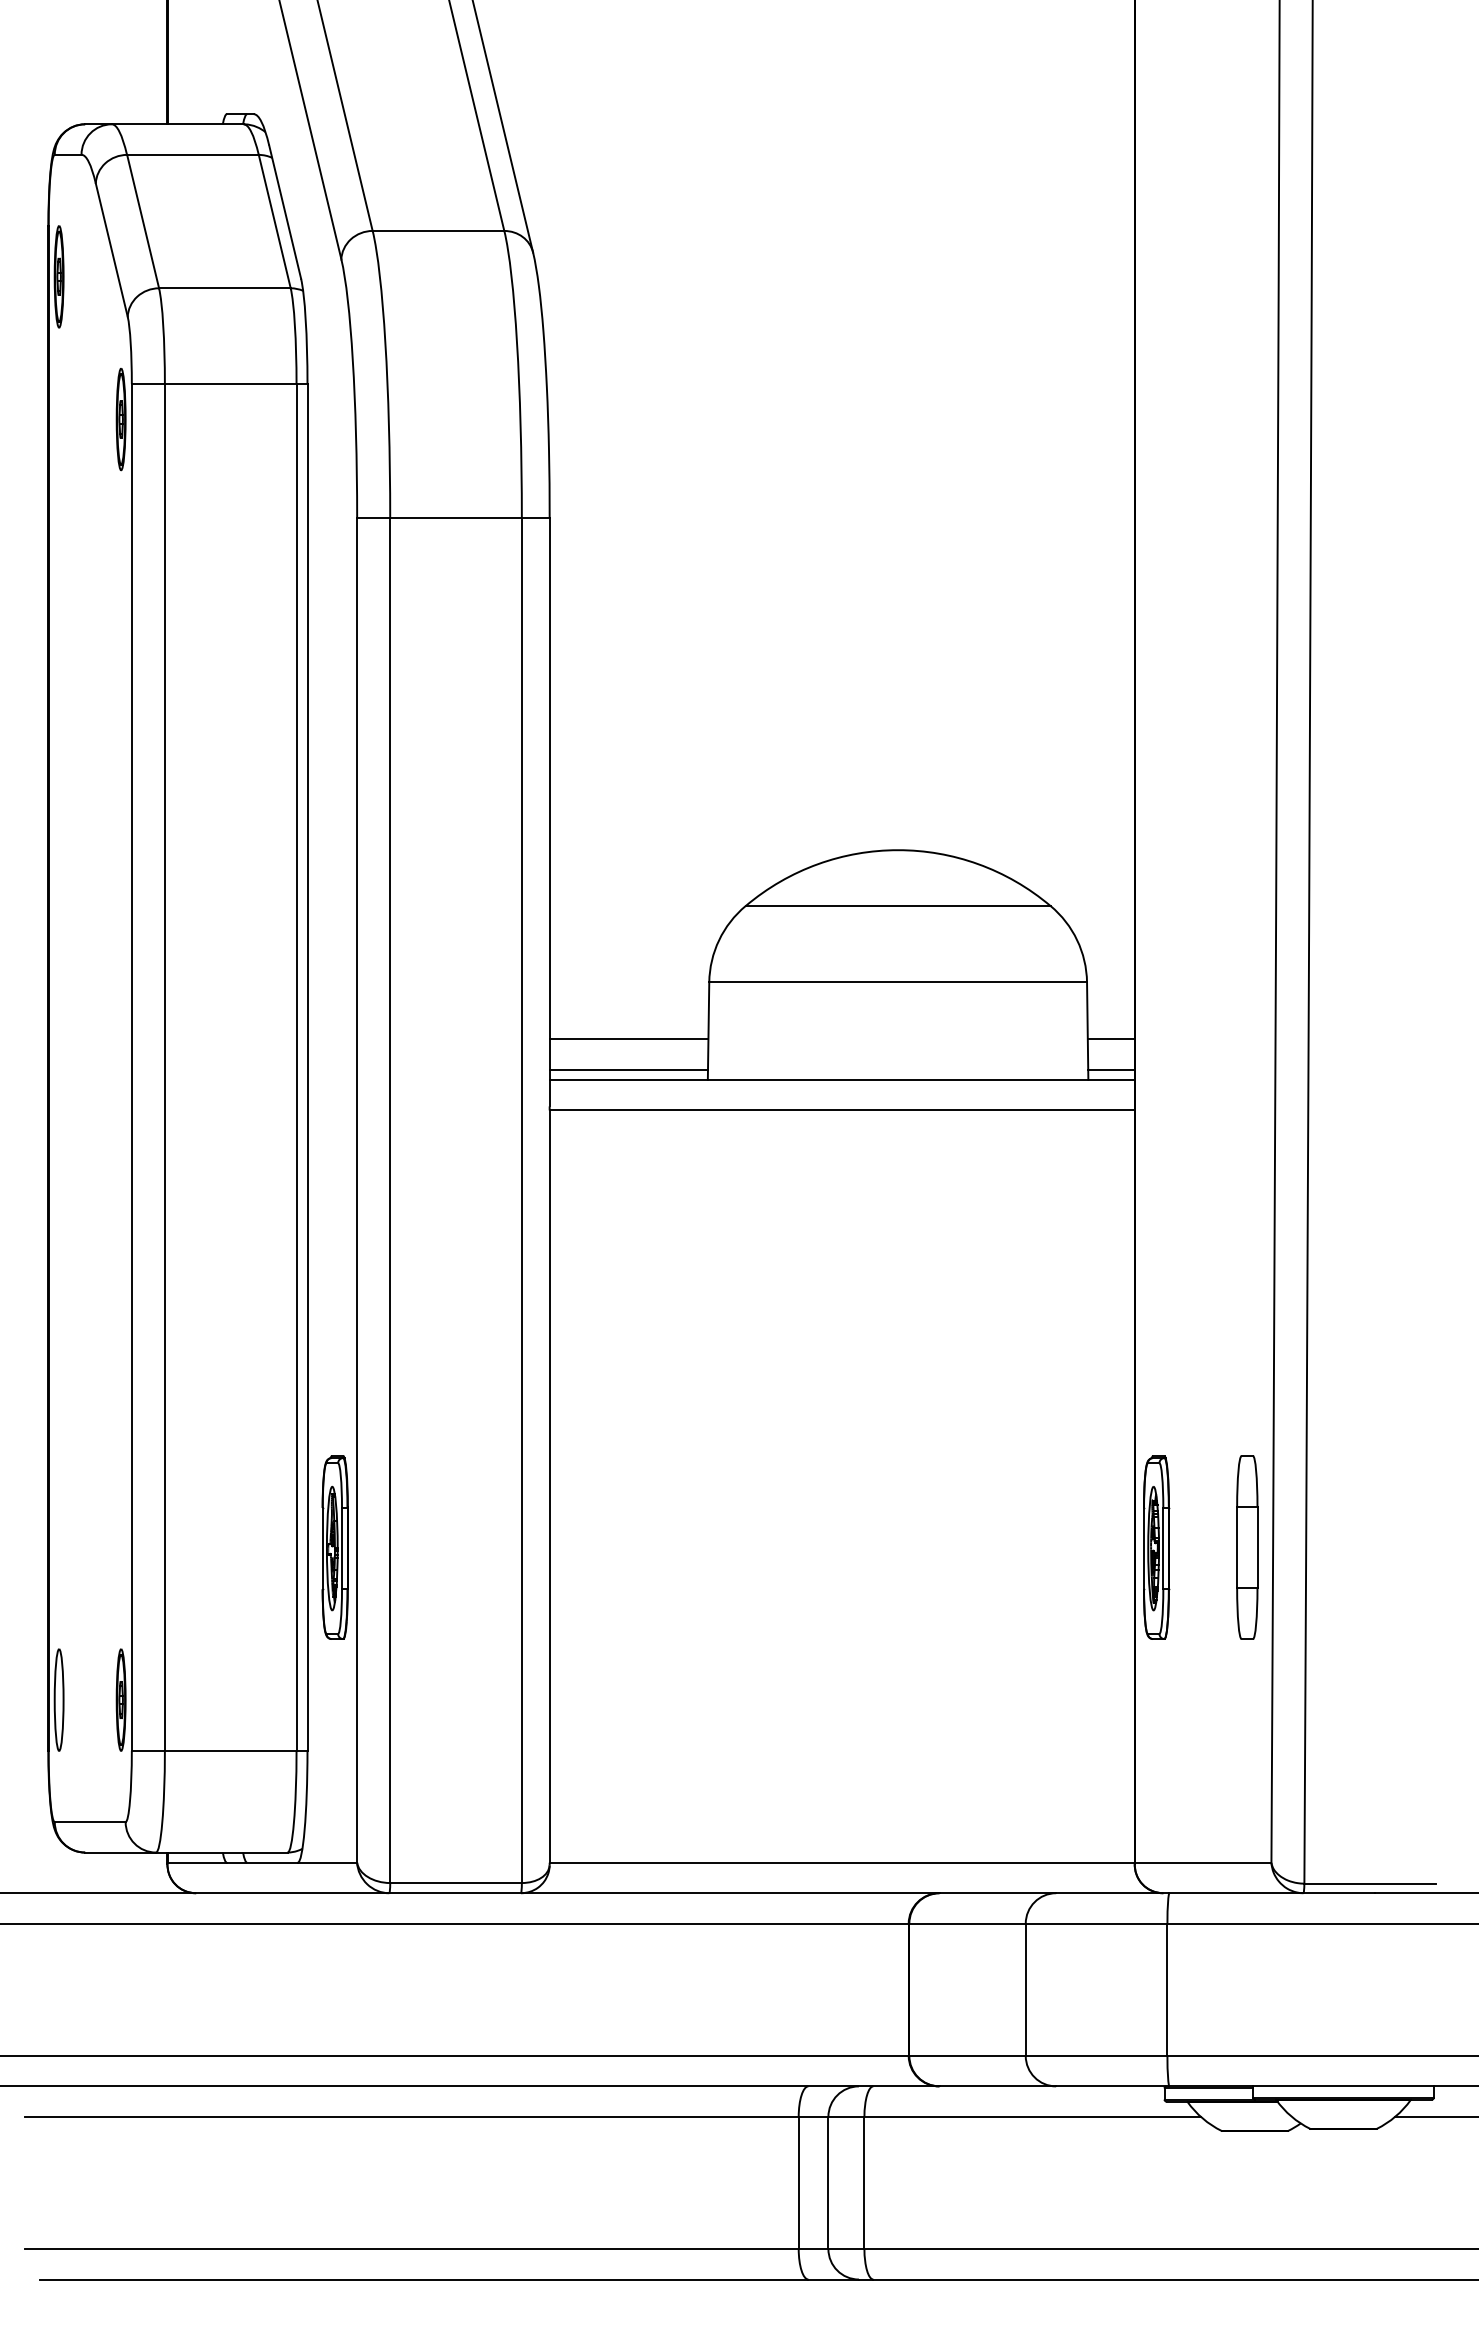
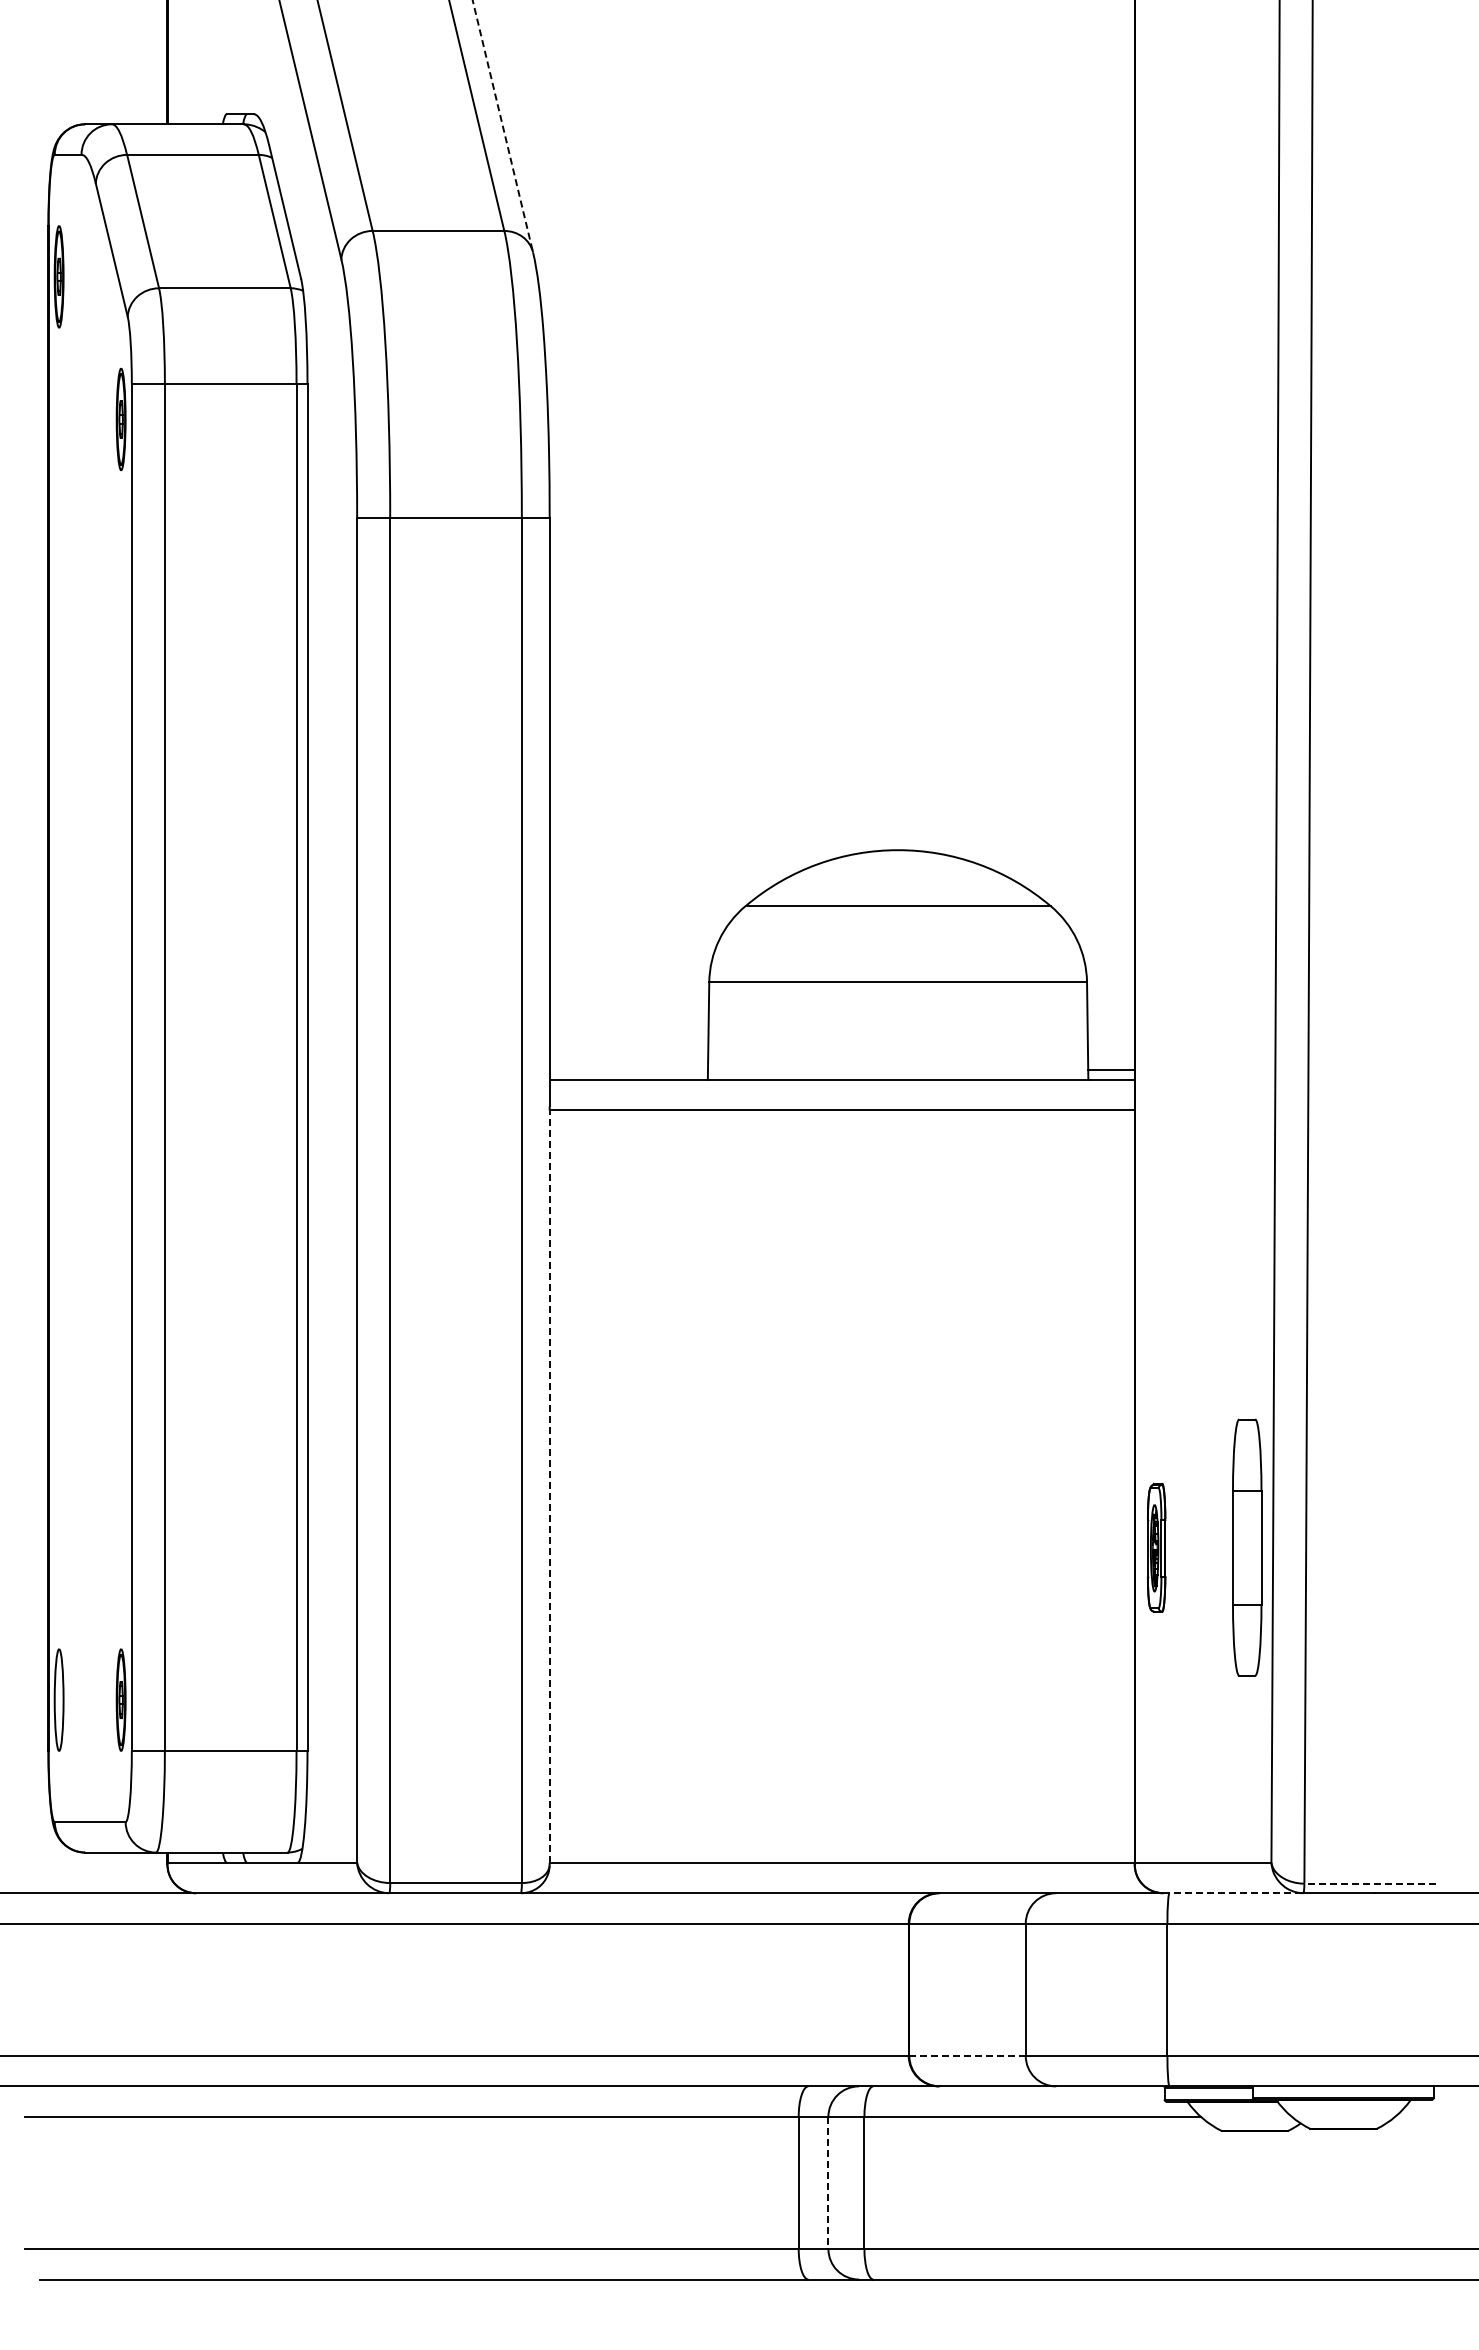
line at (502, 126): solid -> dashed
line at (628, 1039): present -> none
line at (1110, 1039): present -> none
line at (628, 1069): present -> none
line at (549, 1486): solid -> dashed
part at (334, 1547): present -> none
part at (1156, 1547) size: 28x185 px -> 20x131 px
part at (1247, 1547) size: 23x185 px -> 31x259 px
line at (1370, 1883): solid -> dashed
line at (1235, 1893): solid -> dashed
line at (968, 2055): solid -> dashed
line at (1435, 2116): present -> none
line at (828, 2183): solid -> dashed
